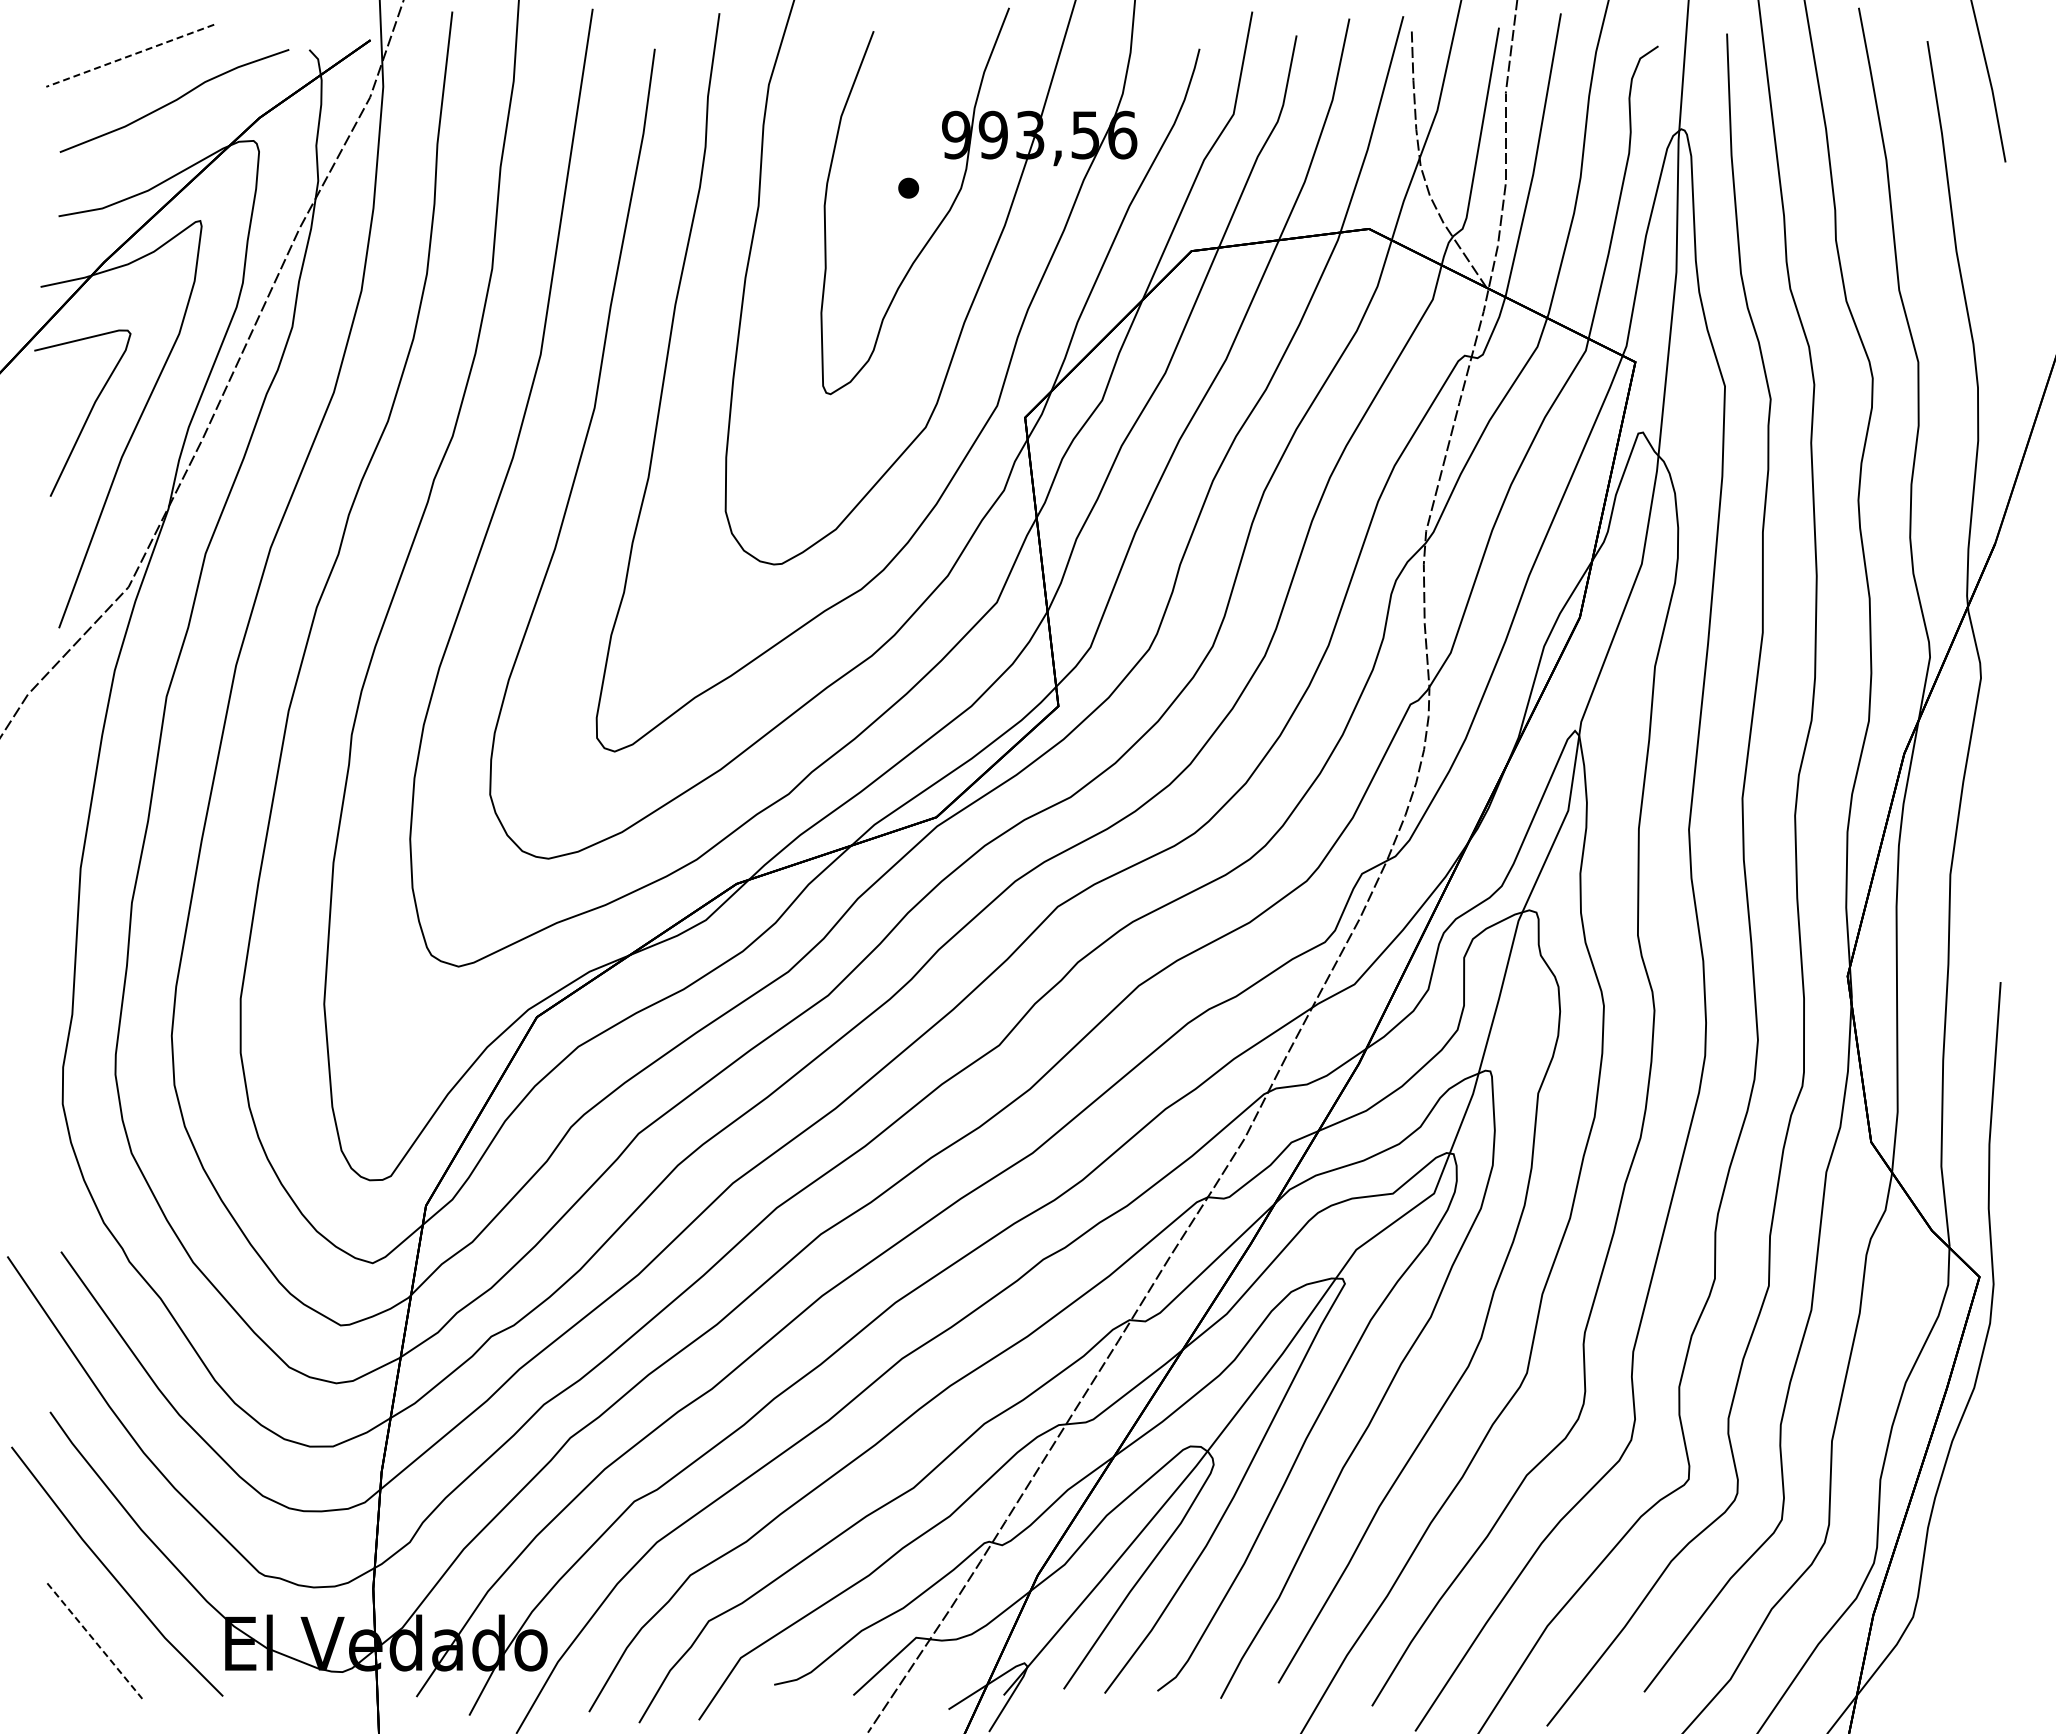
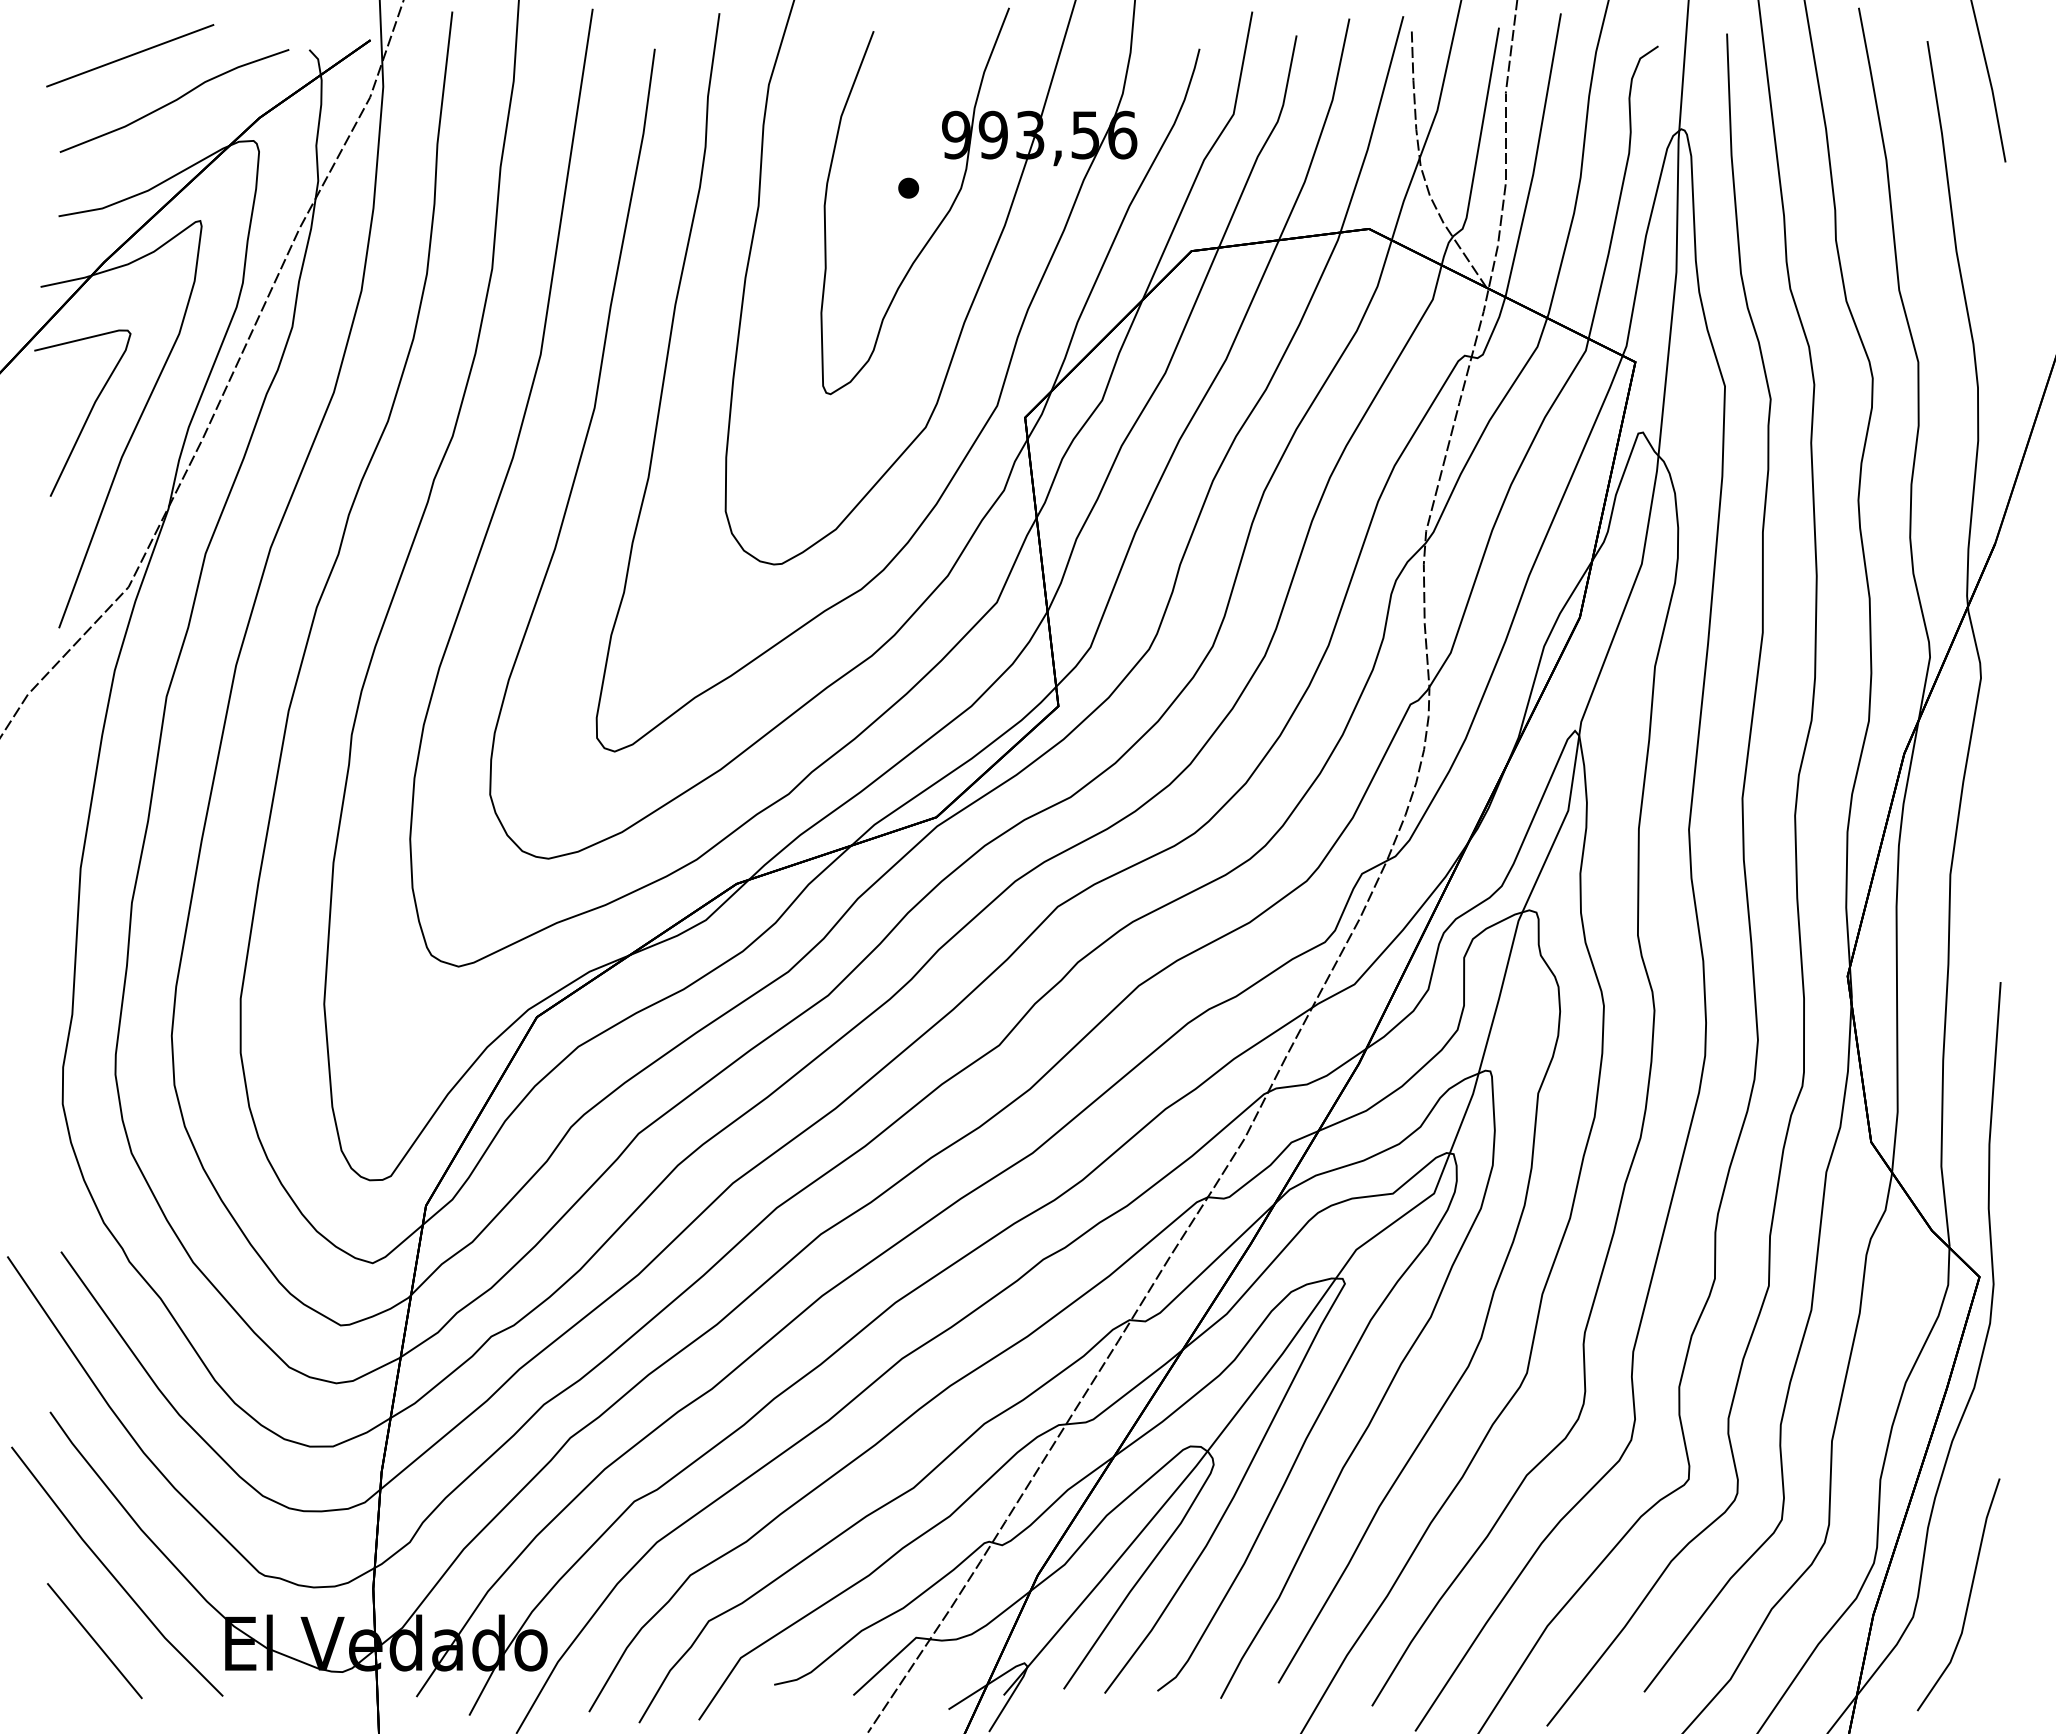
line at (130, 55): dashed -> solid
line at (1968, 1596): none -> present
line at (94, 1641): dashed -> solid
